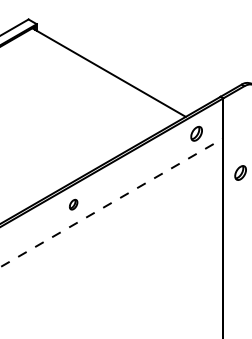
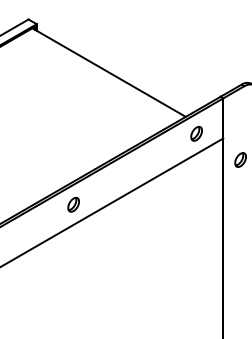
part at (240, 172) position: (240, 172) -> (240, 159)
line at (111, 202): dashed -> solid
part at (73, 204) size: 10x13 px -> 13x17 px
